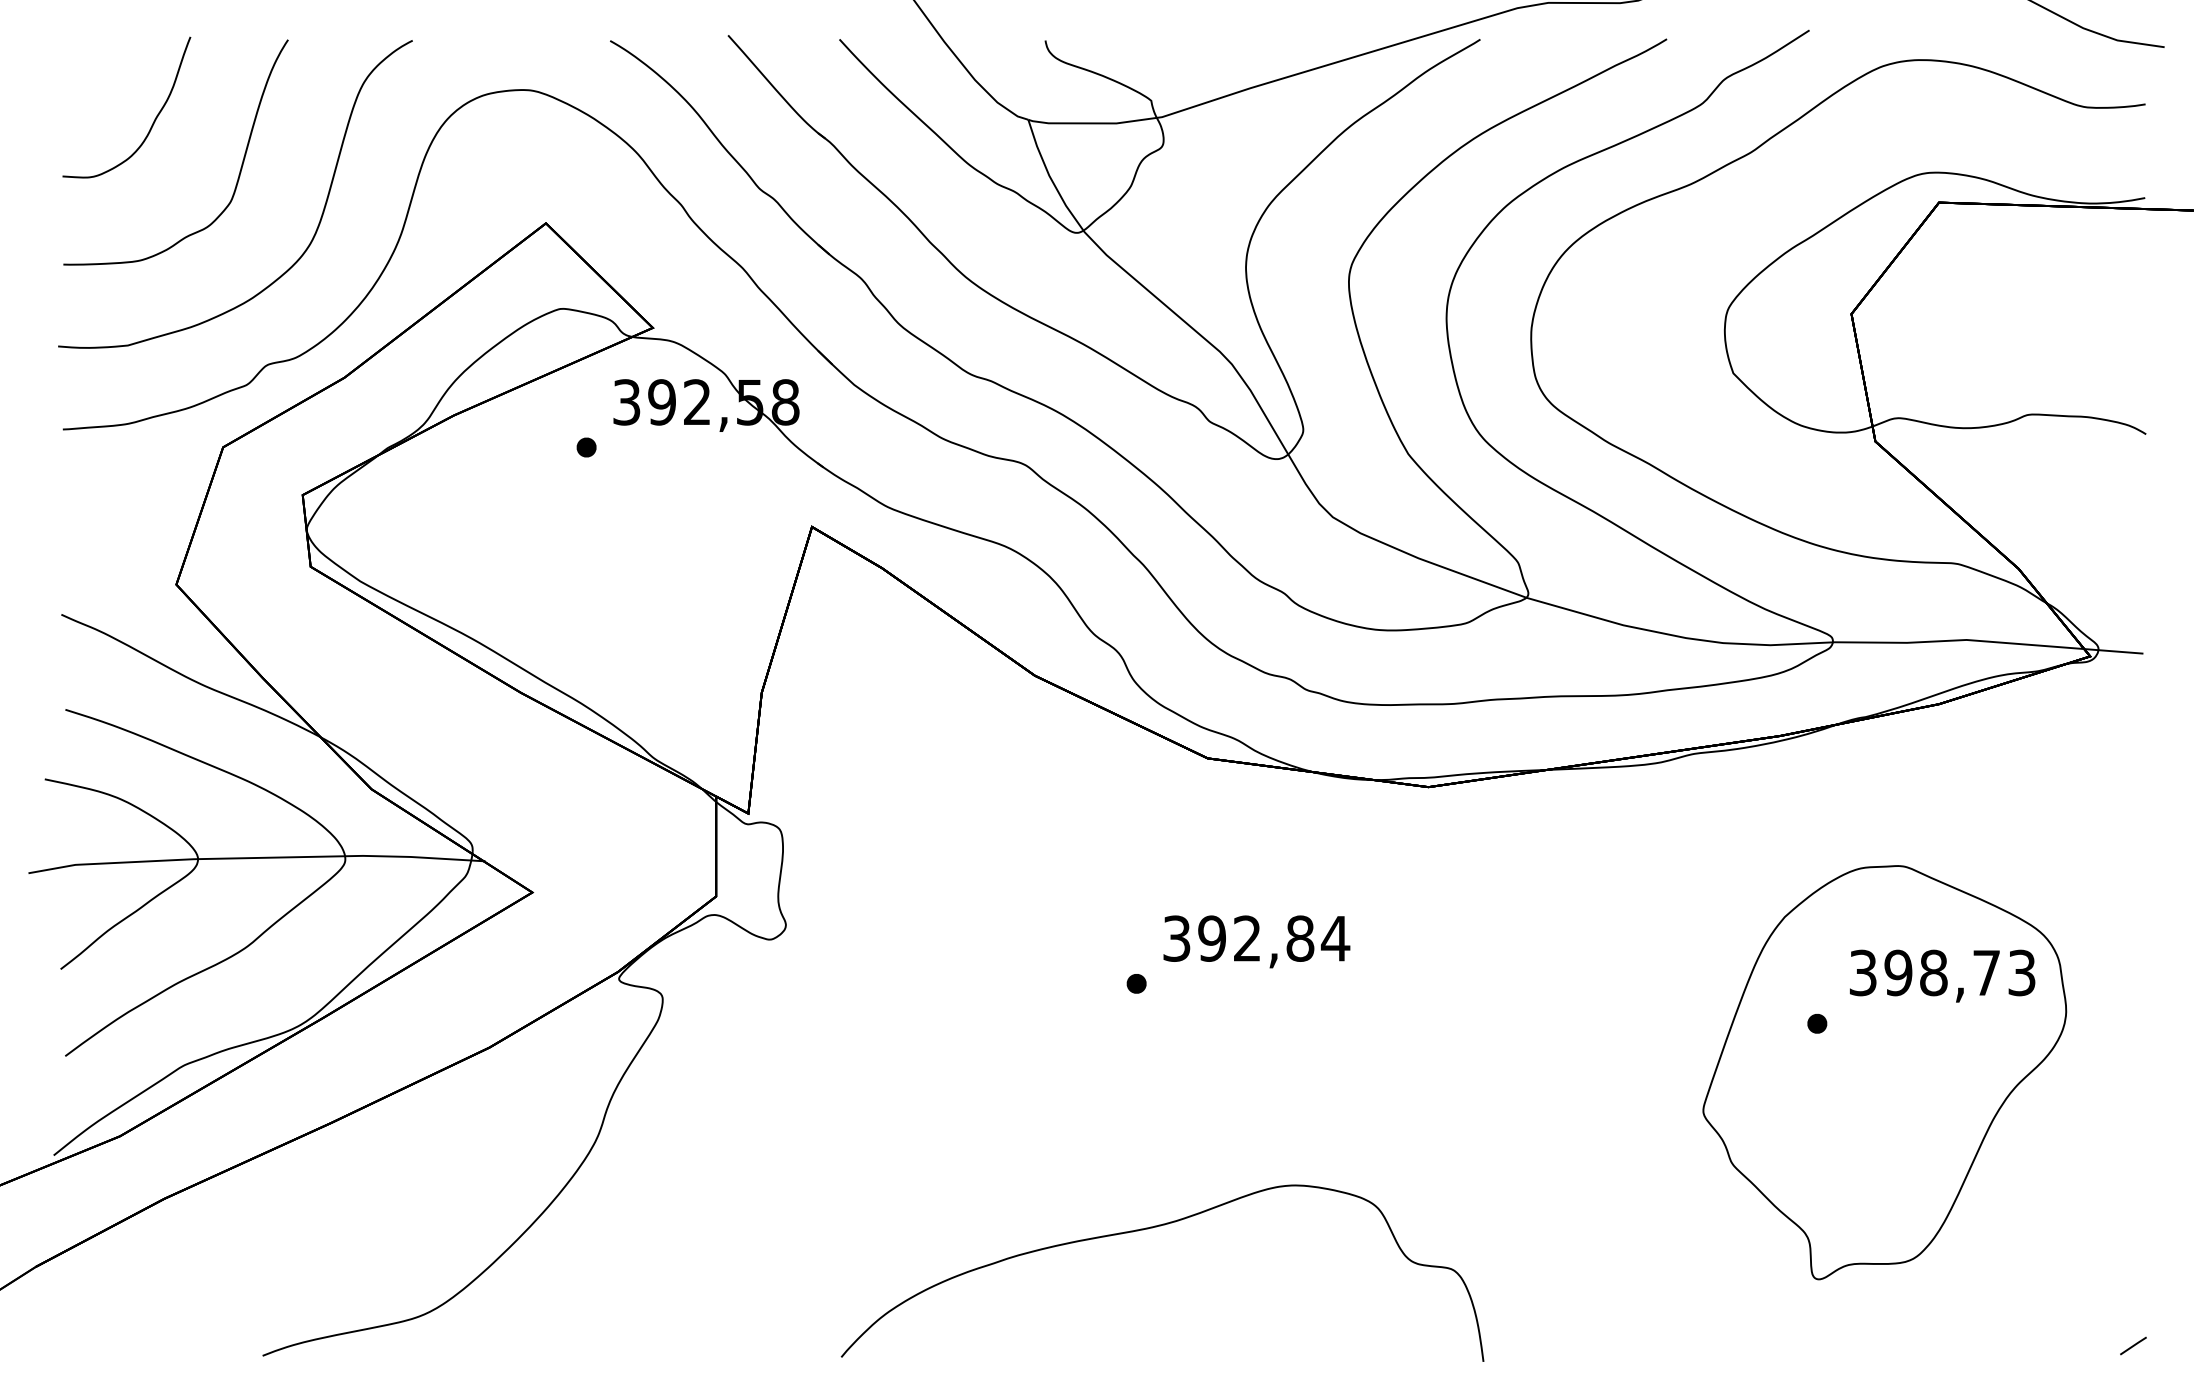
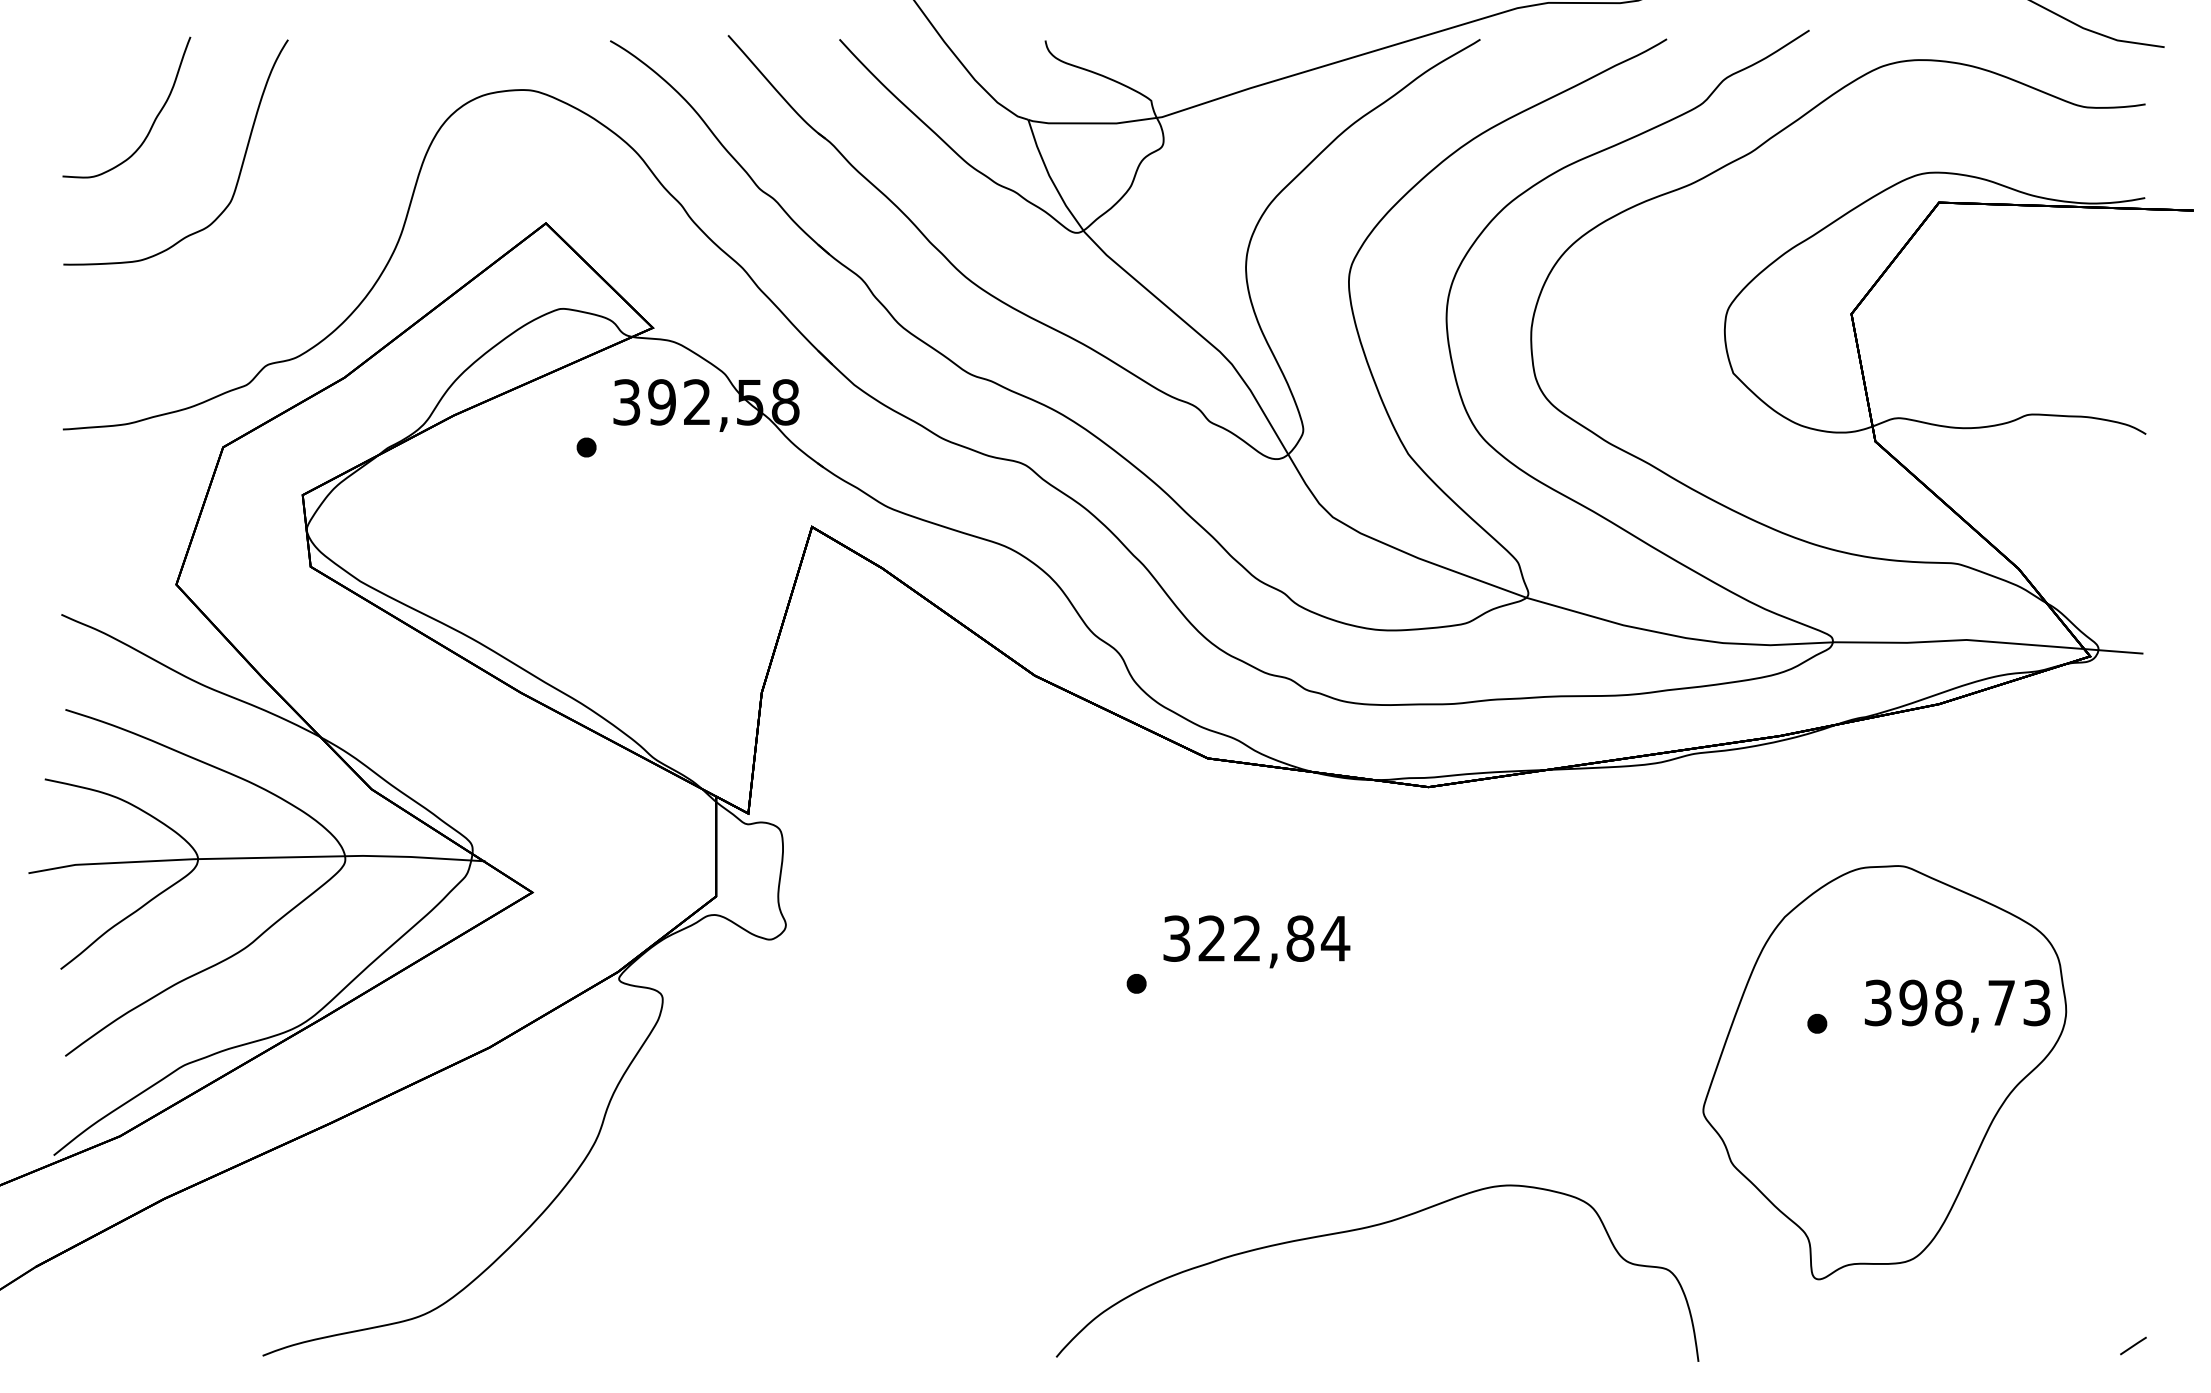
curve at (317, 225): present -> none
text at (1211, 938): 392,84 -> 322,84
text at (1942, 975) position: (1942, 975) -> (1957, 1005)
curve at (1152, 1228) position: (1152, 1228) -> (1367, 1228)
